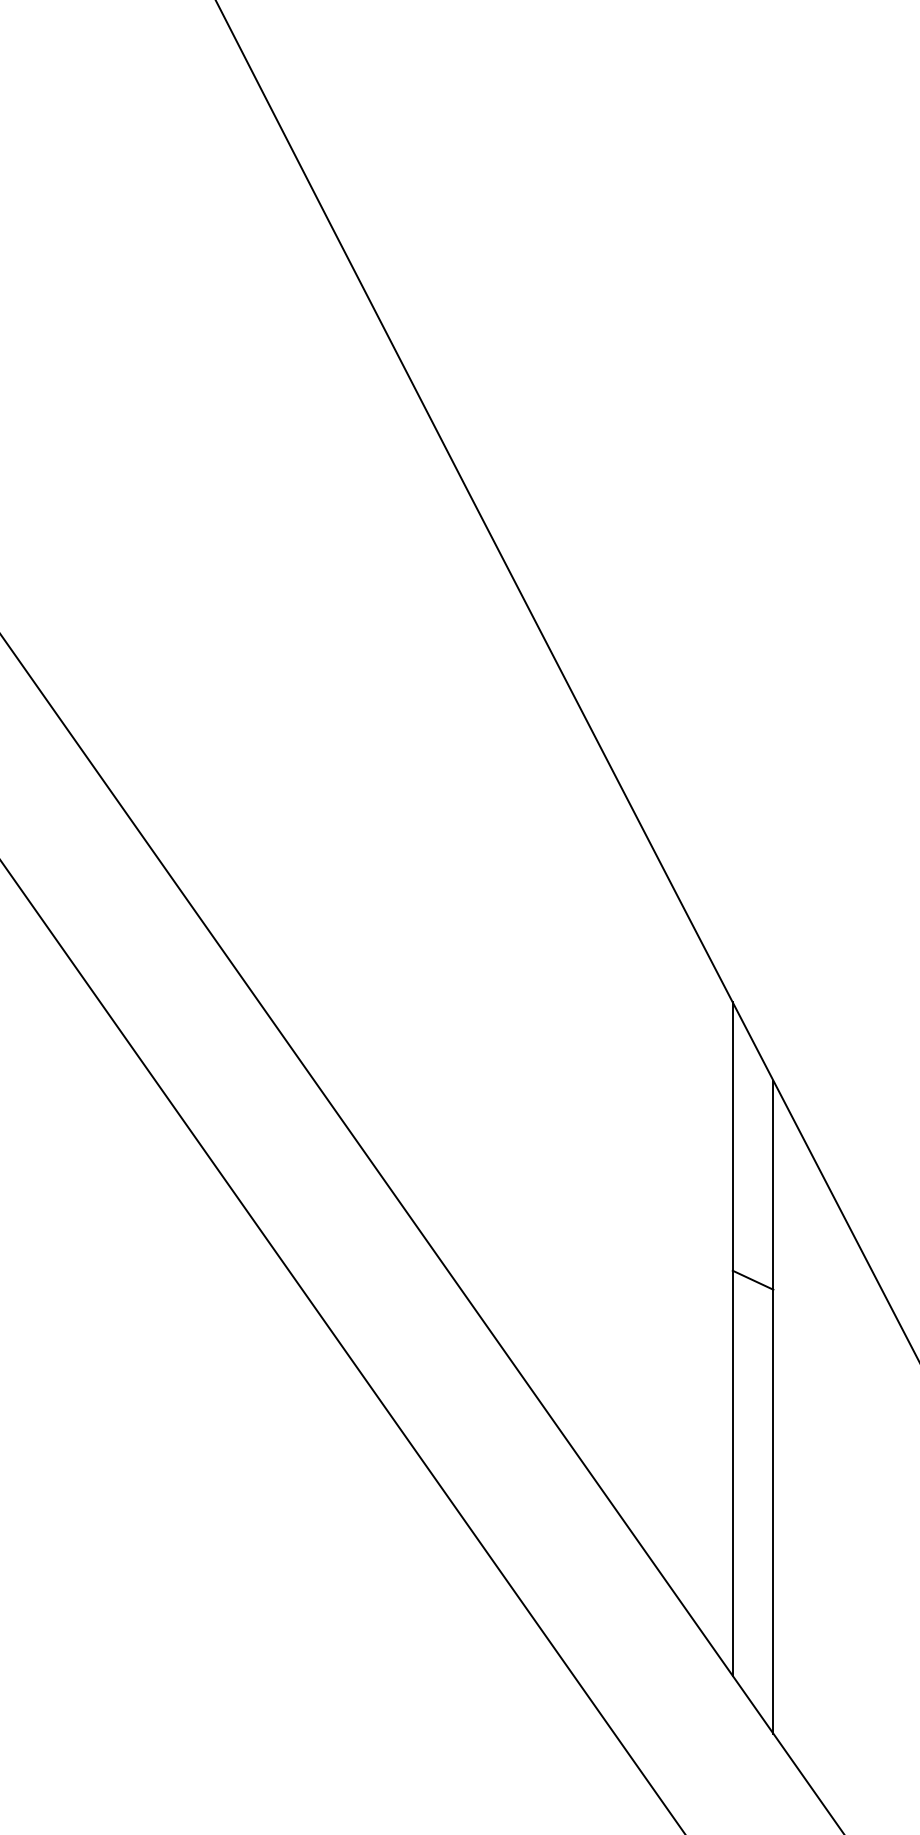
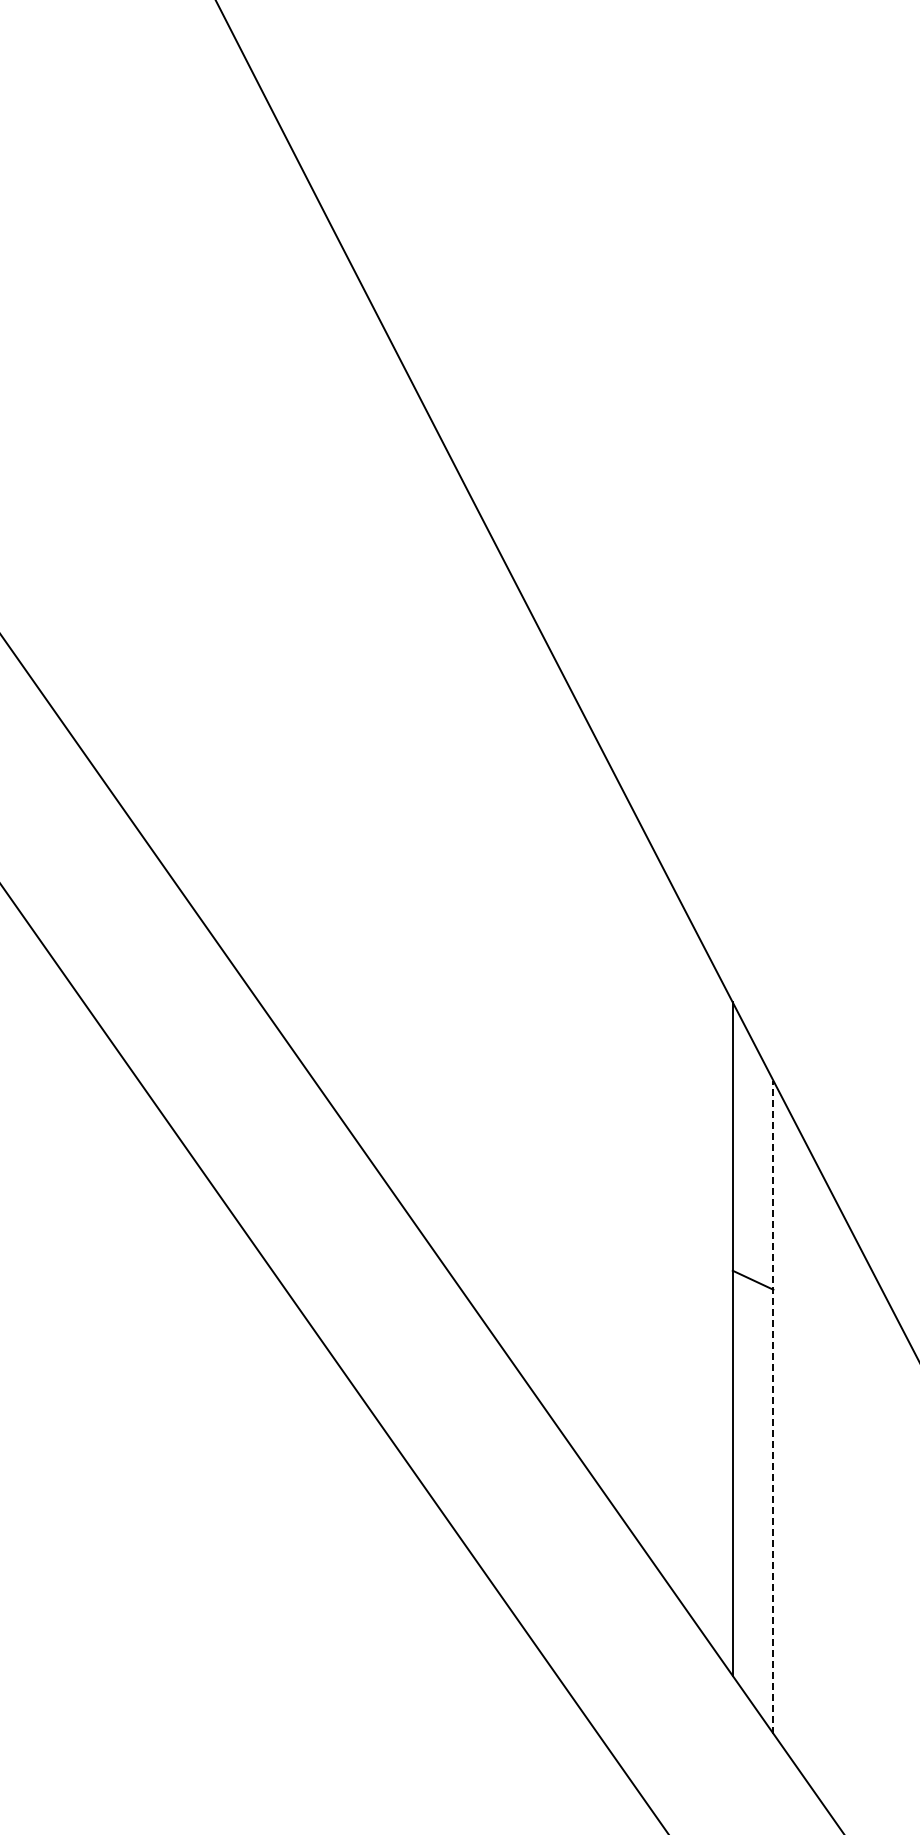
line at (342, 1347) position: (342, 1347) -> (334, 1358)
line at (773, 1406): solid -> dashed
